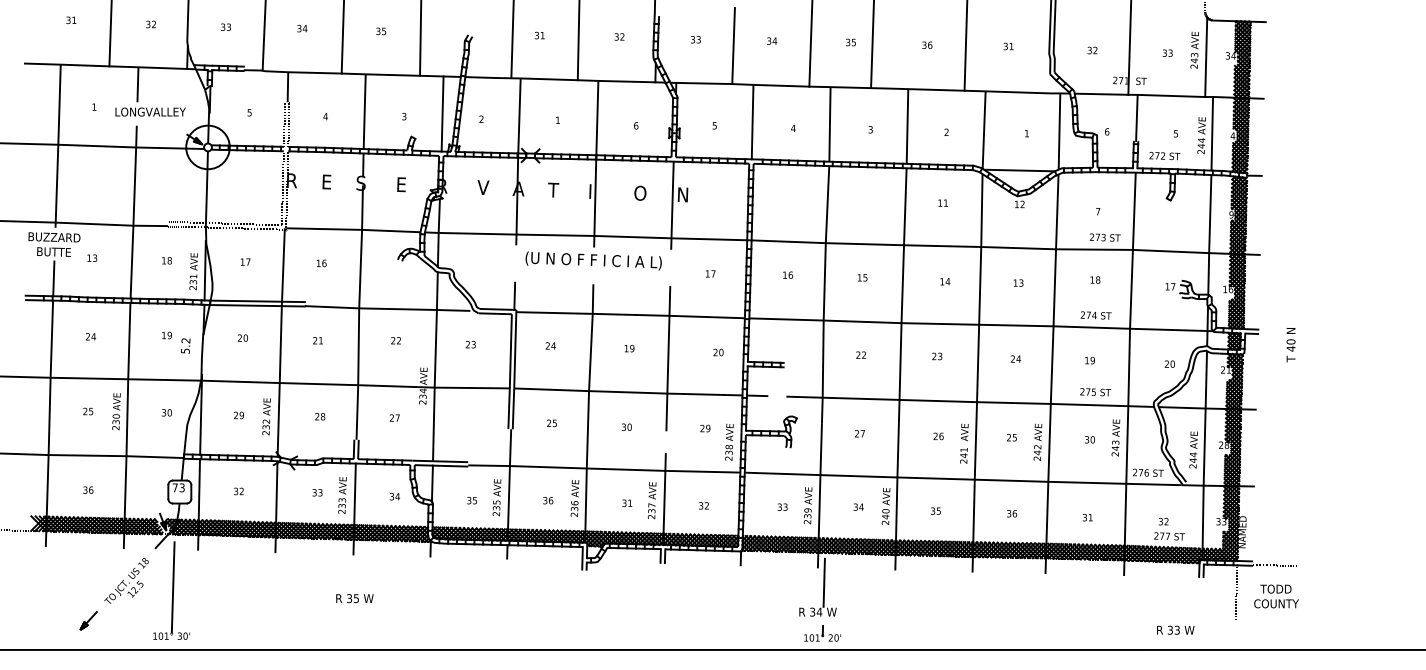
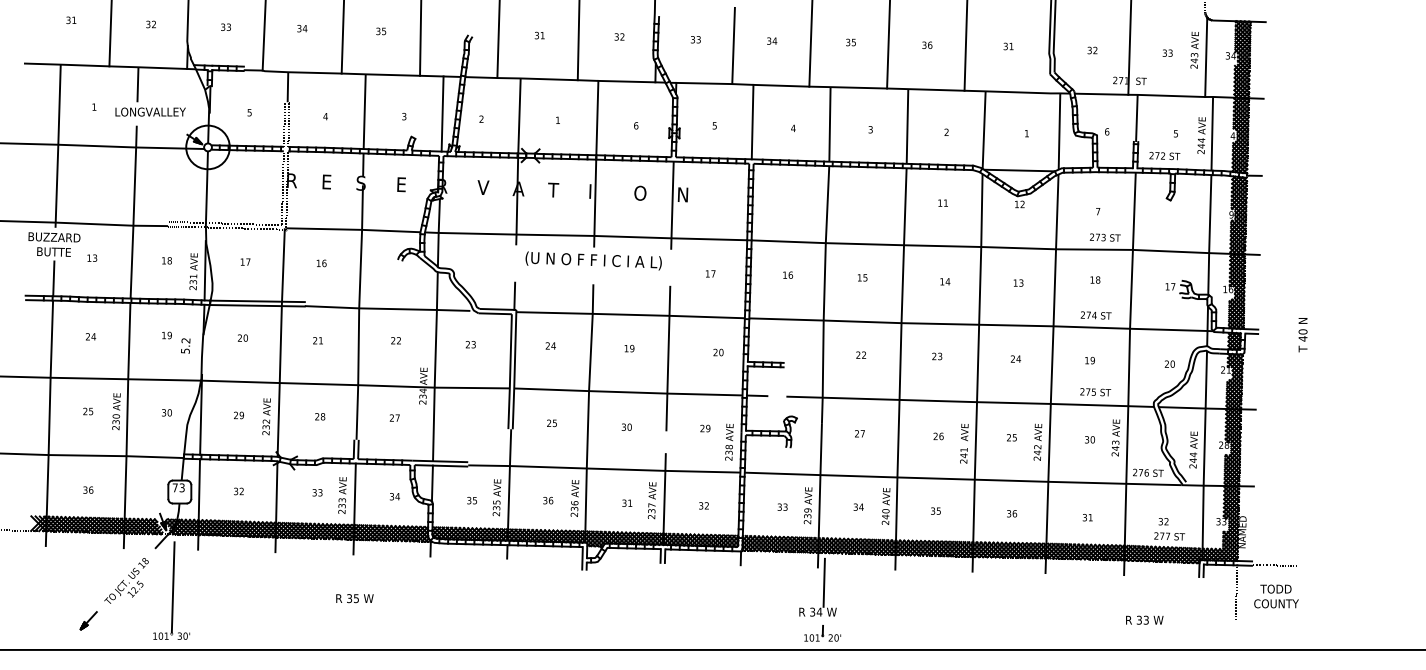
line at (512, 40) position: (512, 40) -> (498, 40)
line at (872, 44) position: (872, 44) -> (888, 45)
text at (1290, 345) position: (1290, 345) -> (1302, 335)
text at (1175, 629) position: (1175, 629) -> (1144, 619)
